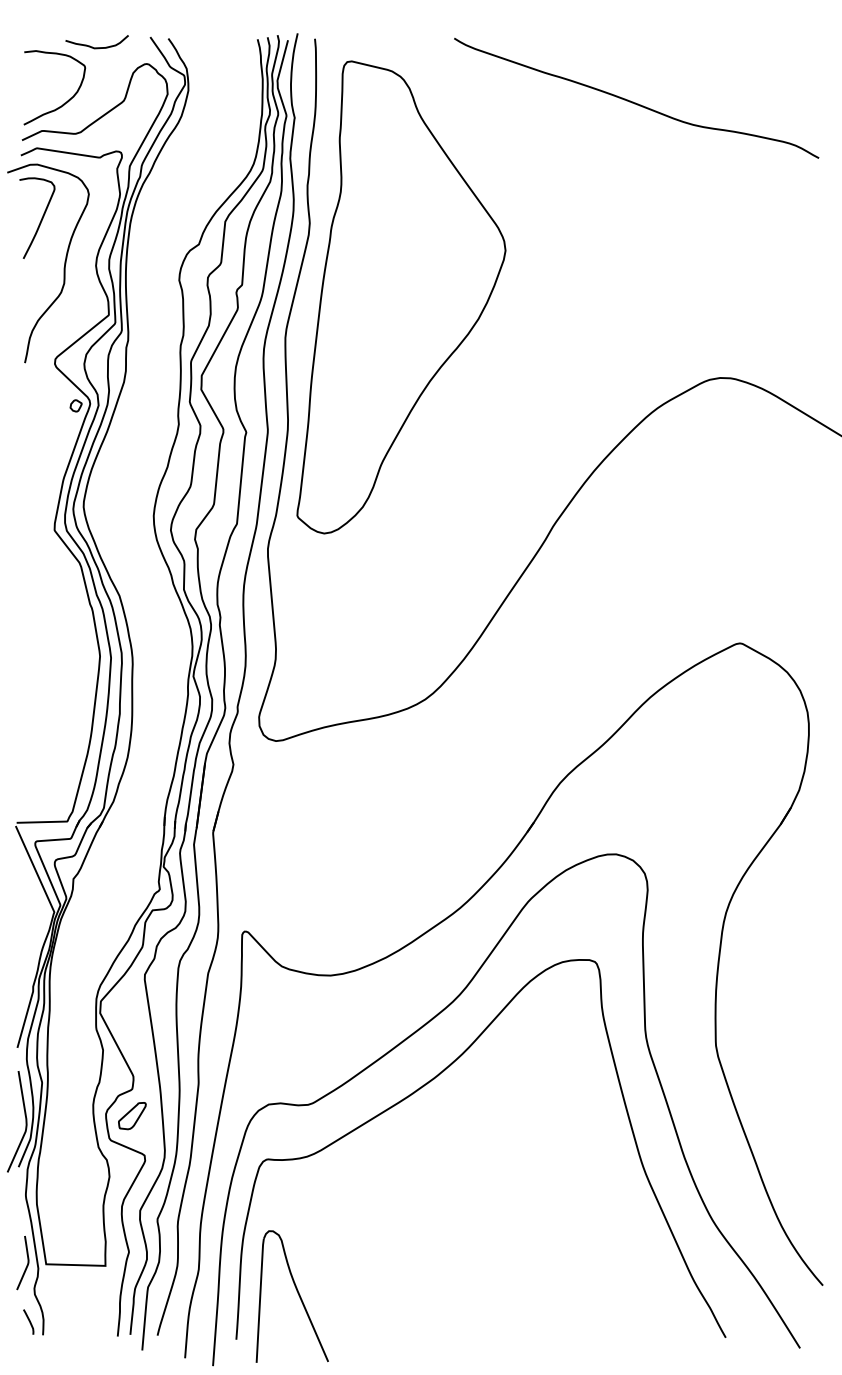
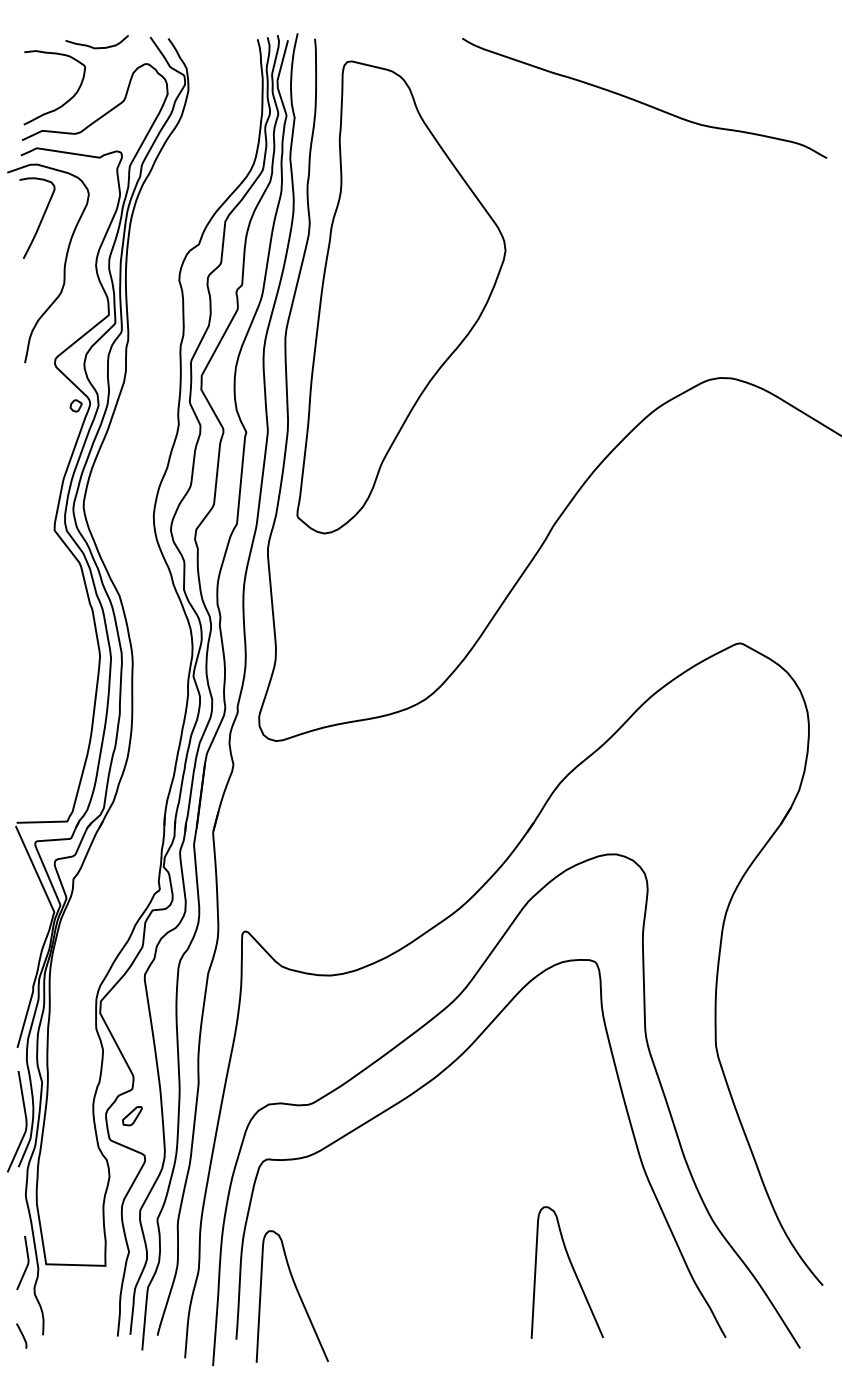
curve at (633, 101) position: (633, 101) -> (641, 101)
part at (132, 1116) size: 29x29 px -> 21x21 px
part at (572, 1269): none -> present
curve at (28, 1321) position: (28, 1321) -> (21, 1335)
